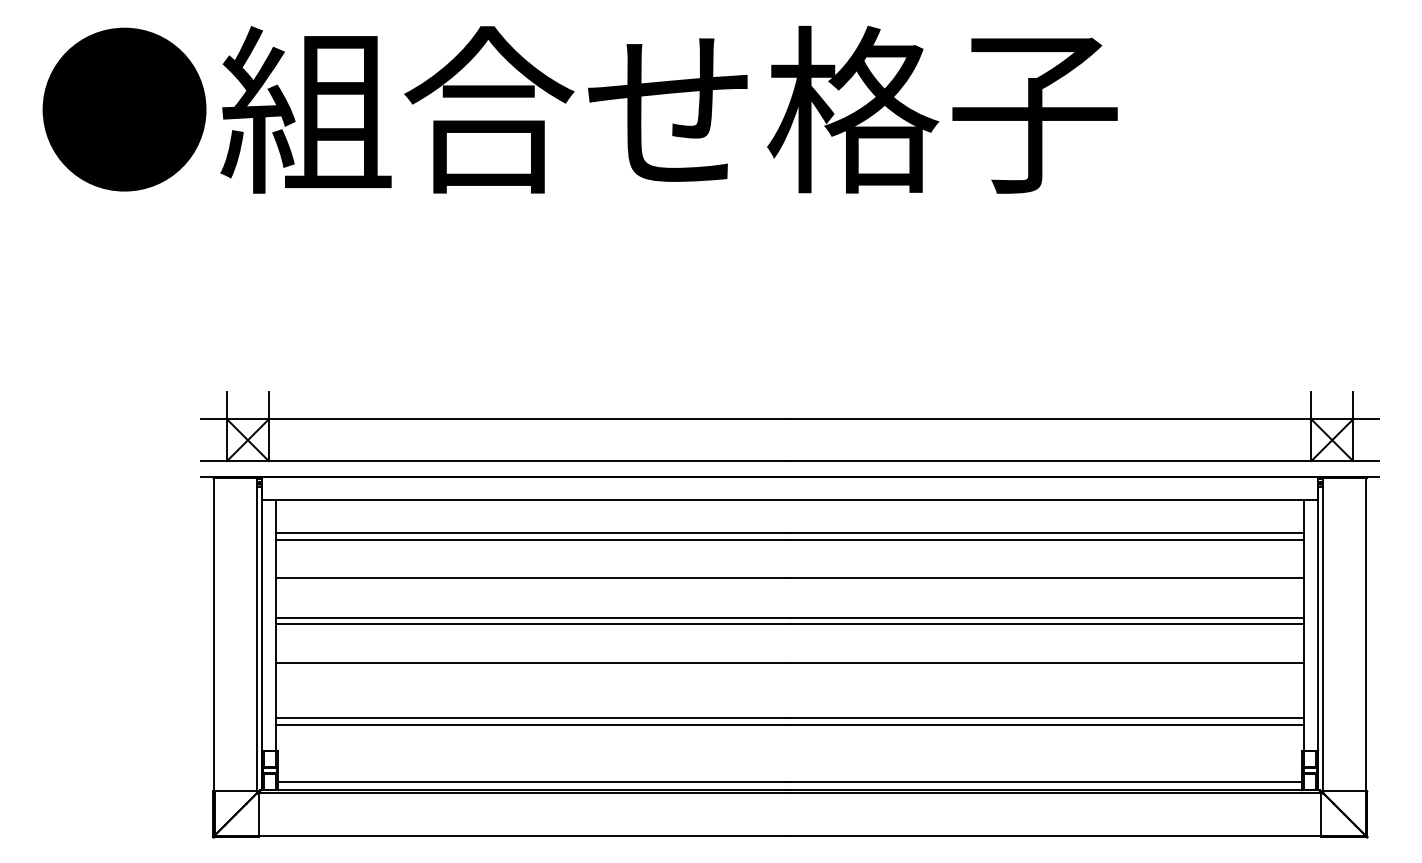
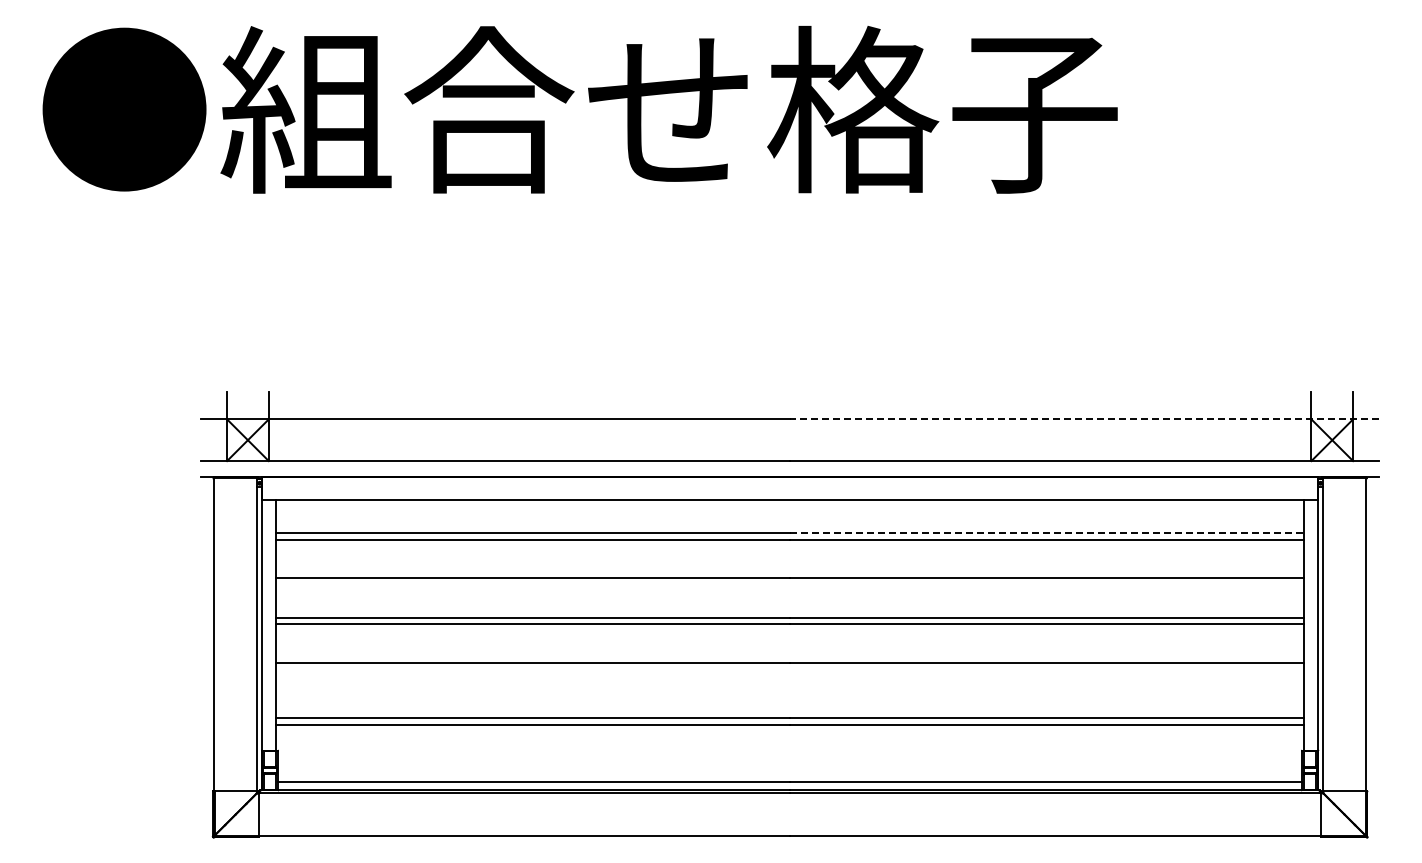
line at (1084, 419): solid -> dashed
line at (1046, 533): solid -> dashed
